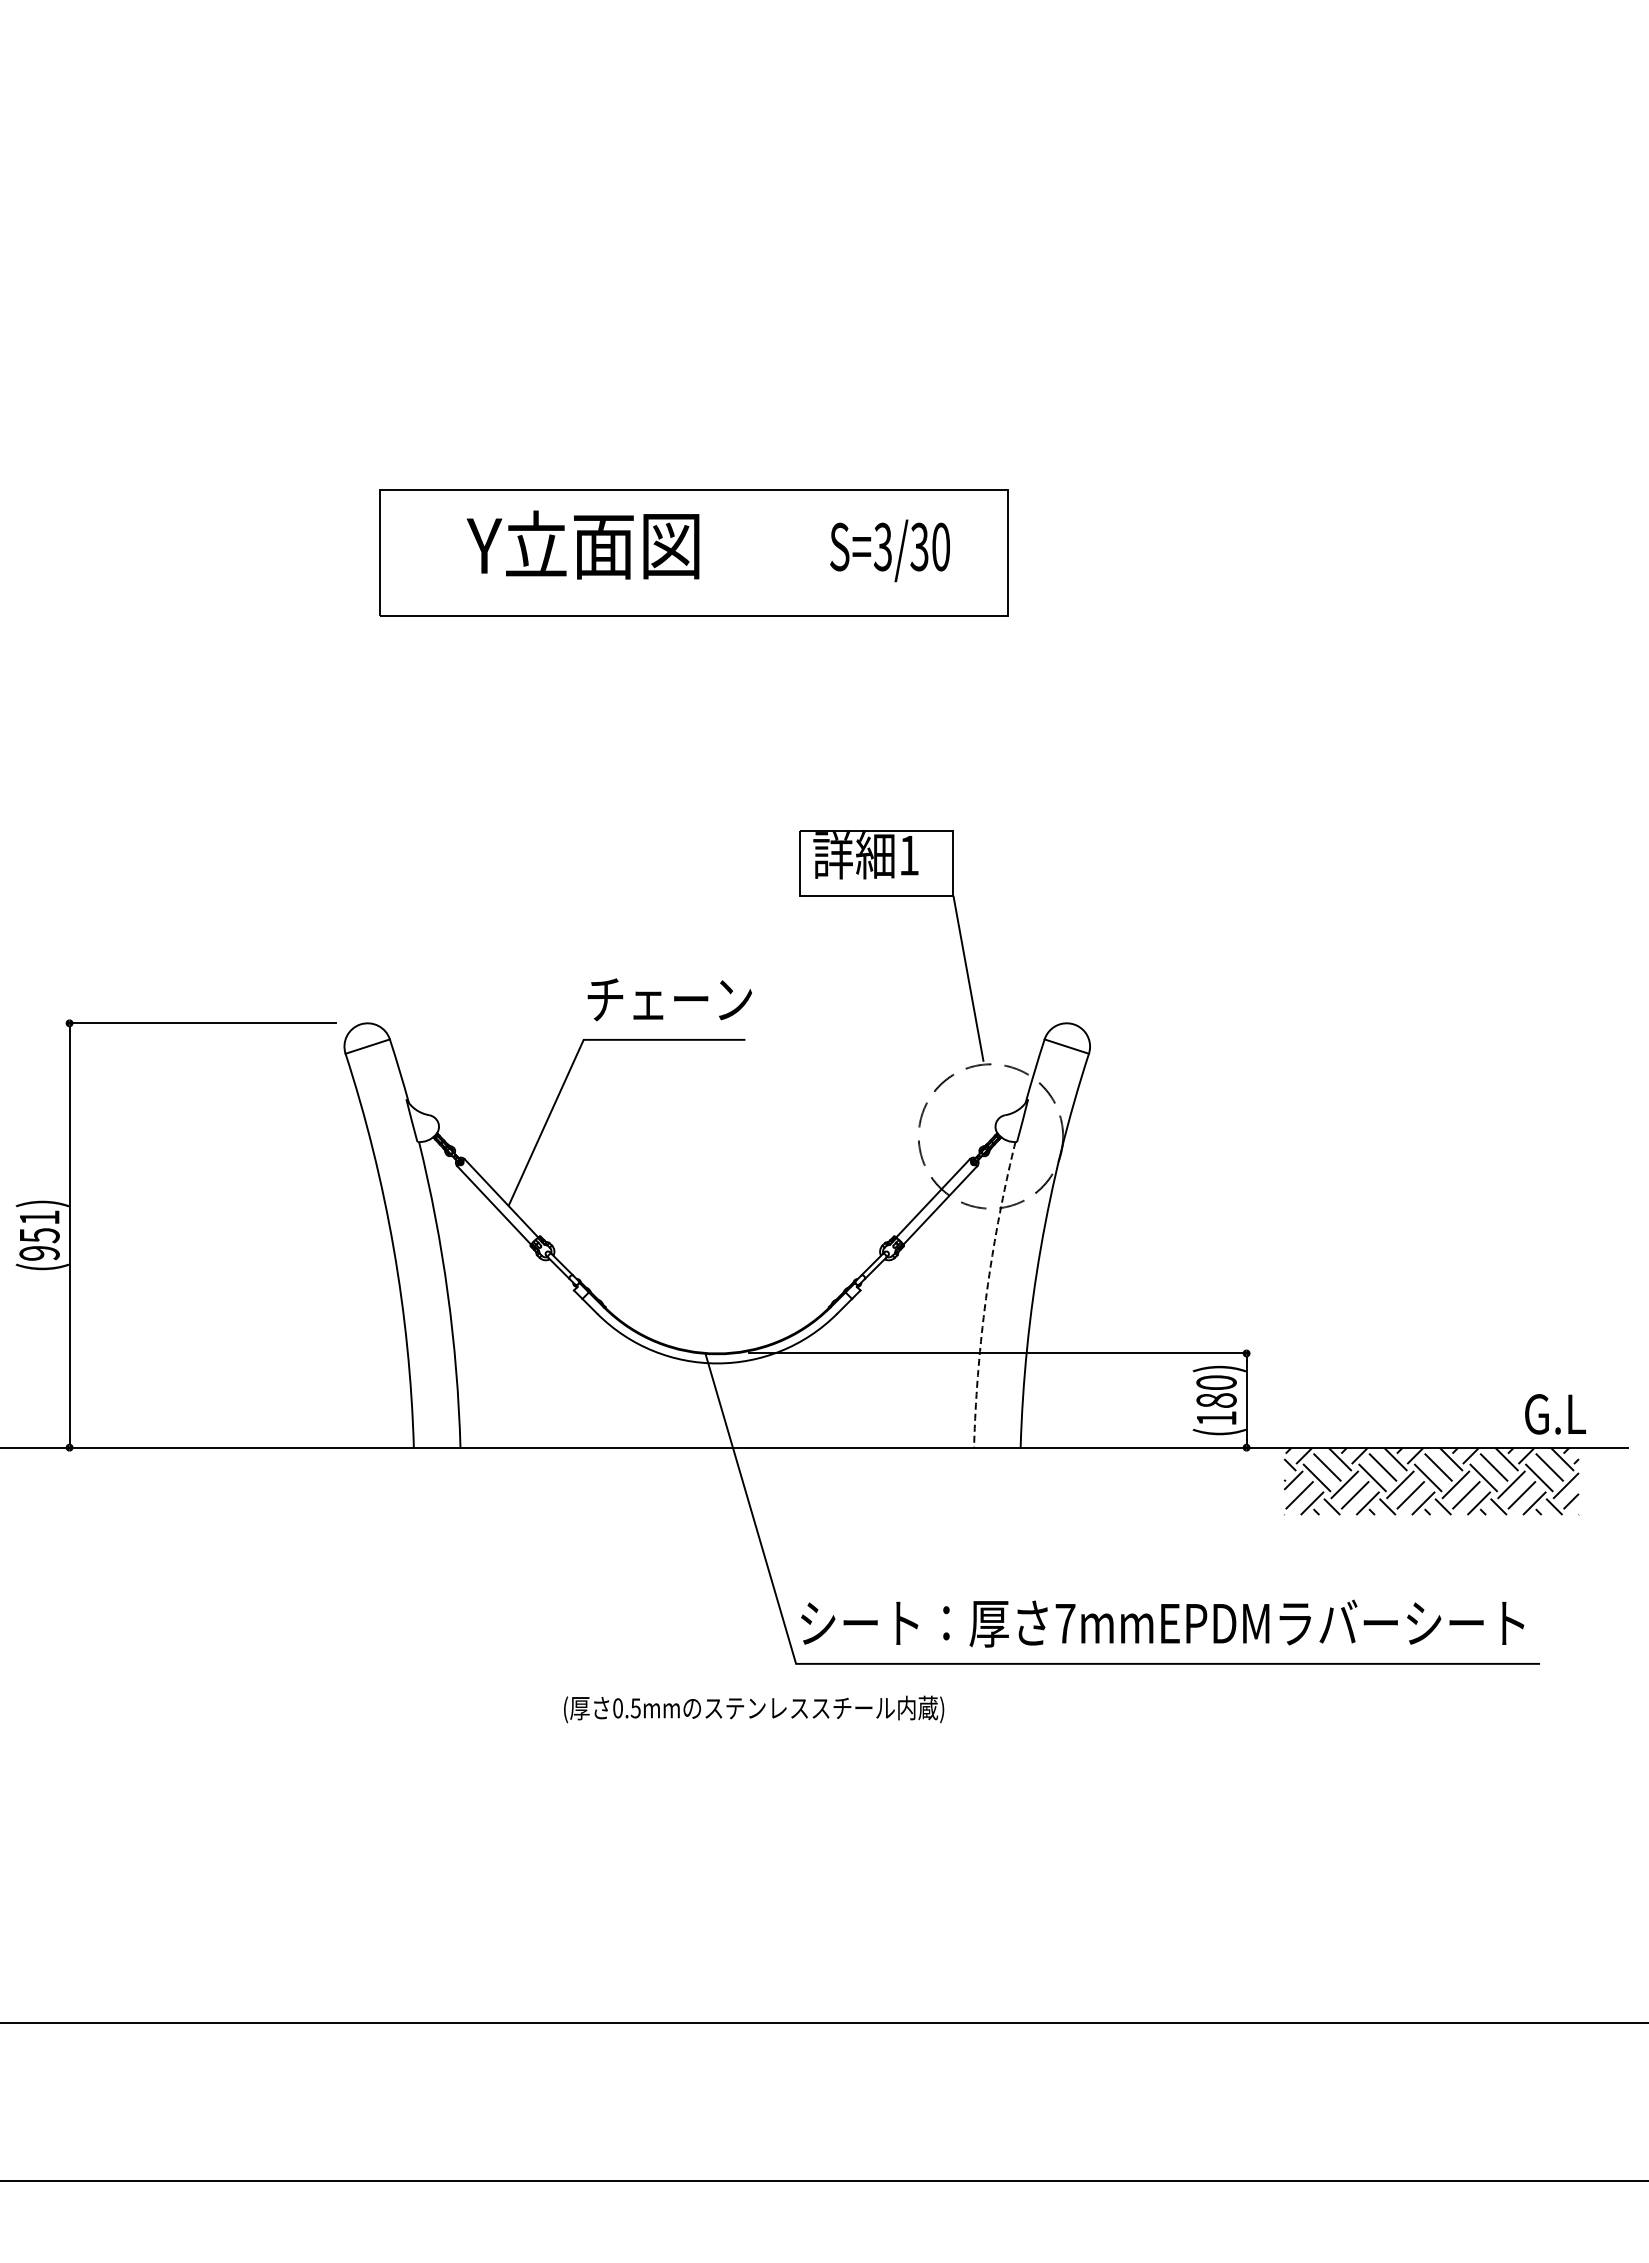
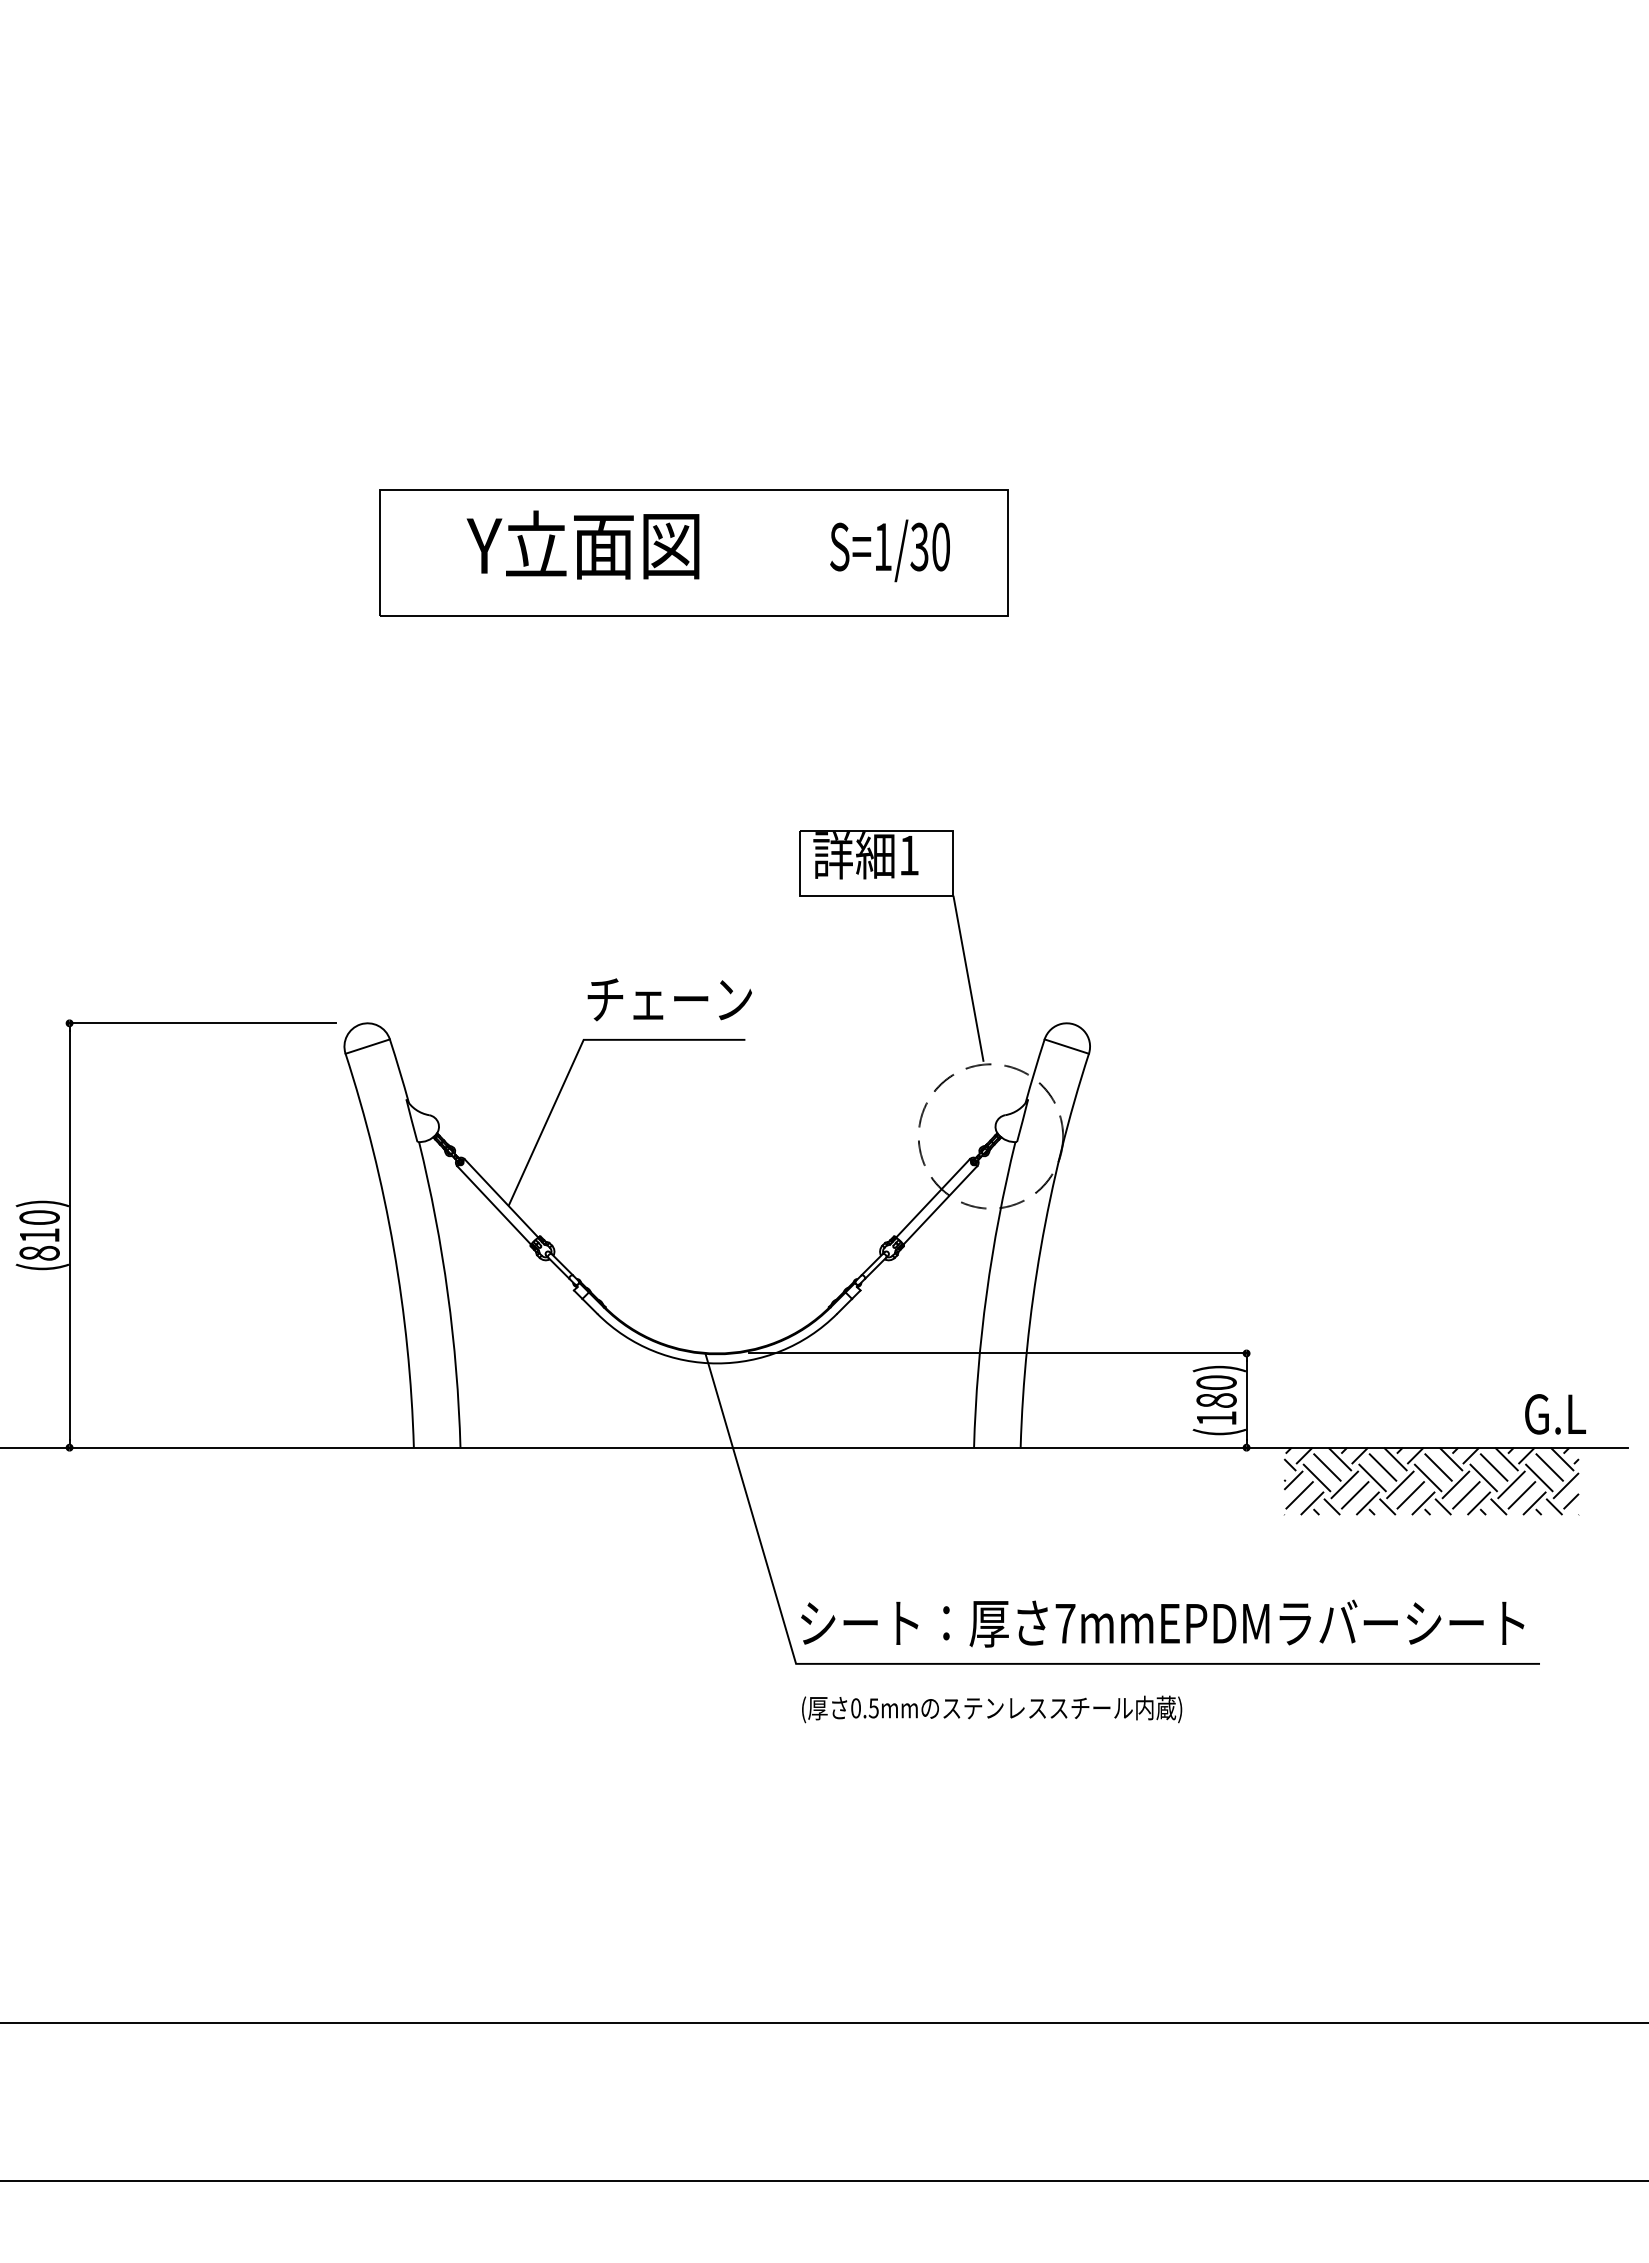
text at (882, 546): S=3/30 -> S=1/30
text at (39, 1235): (951) -> (810)
arc at (986, 1293): dashed -> solid
text at (754, 1709) position: (754, 1709) -> (992, 1709)
